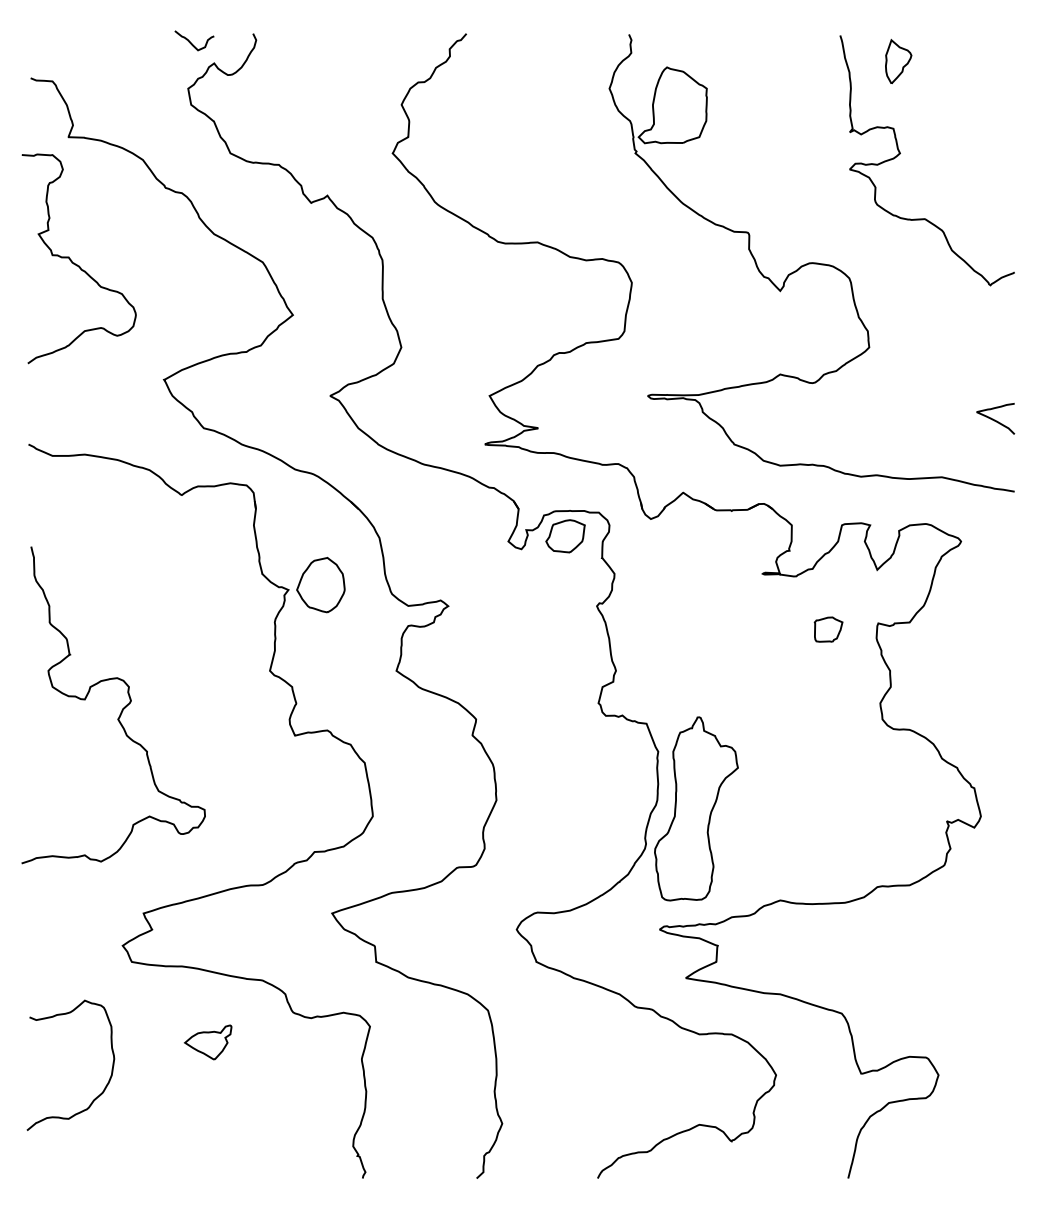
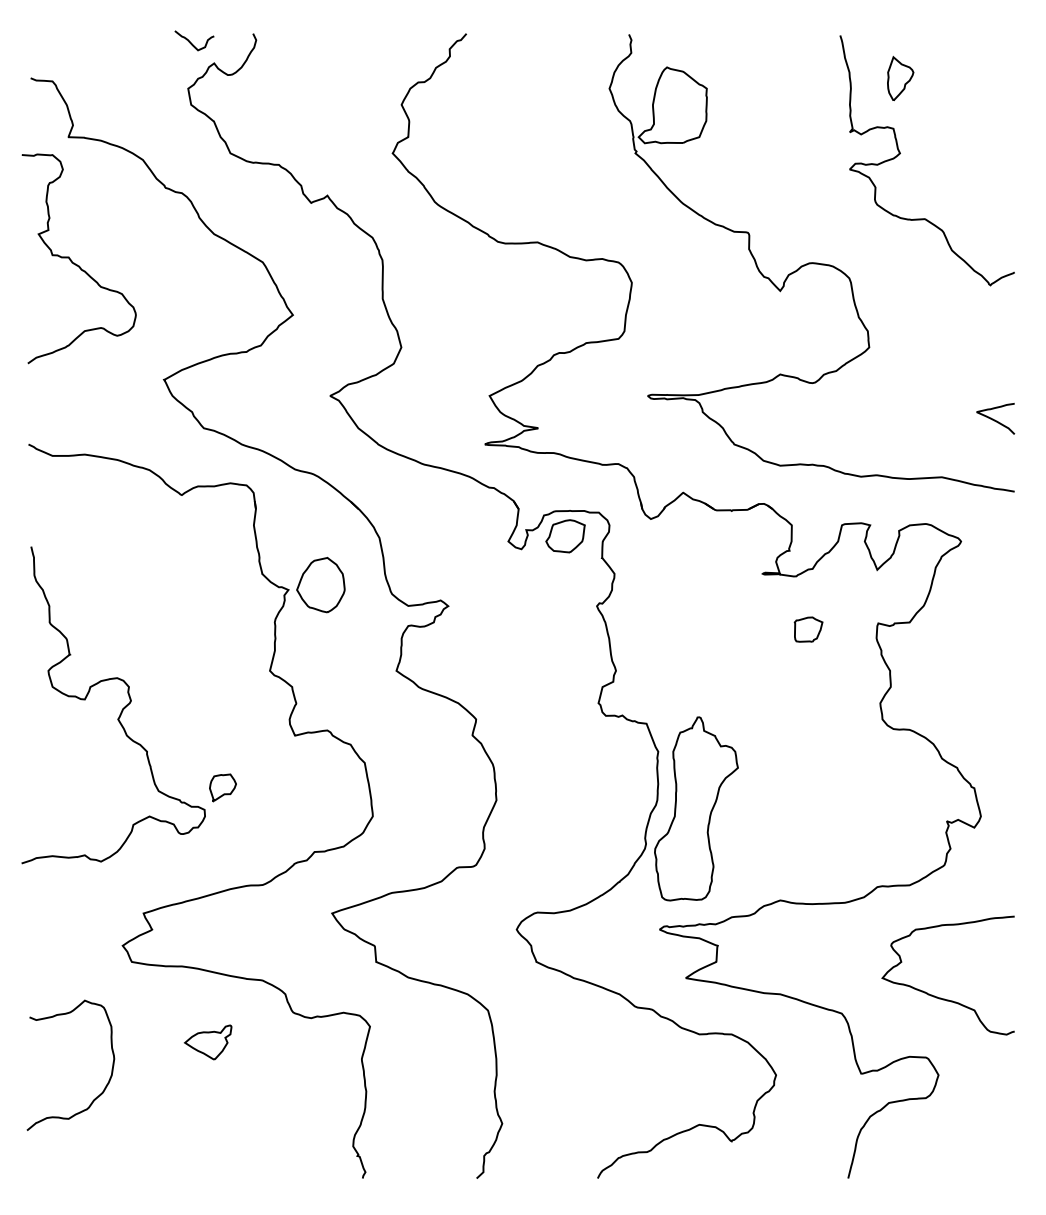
part at (898, 61) position: (898, 61) -> (900, 78)
part at (828, 629) position: (828, 629) -> (808, 629)
part at (222, 787): none -> present
curve at (941, 997): none -> present
